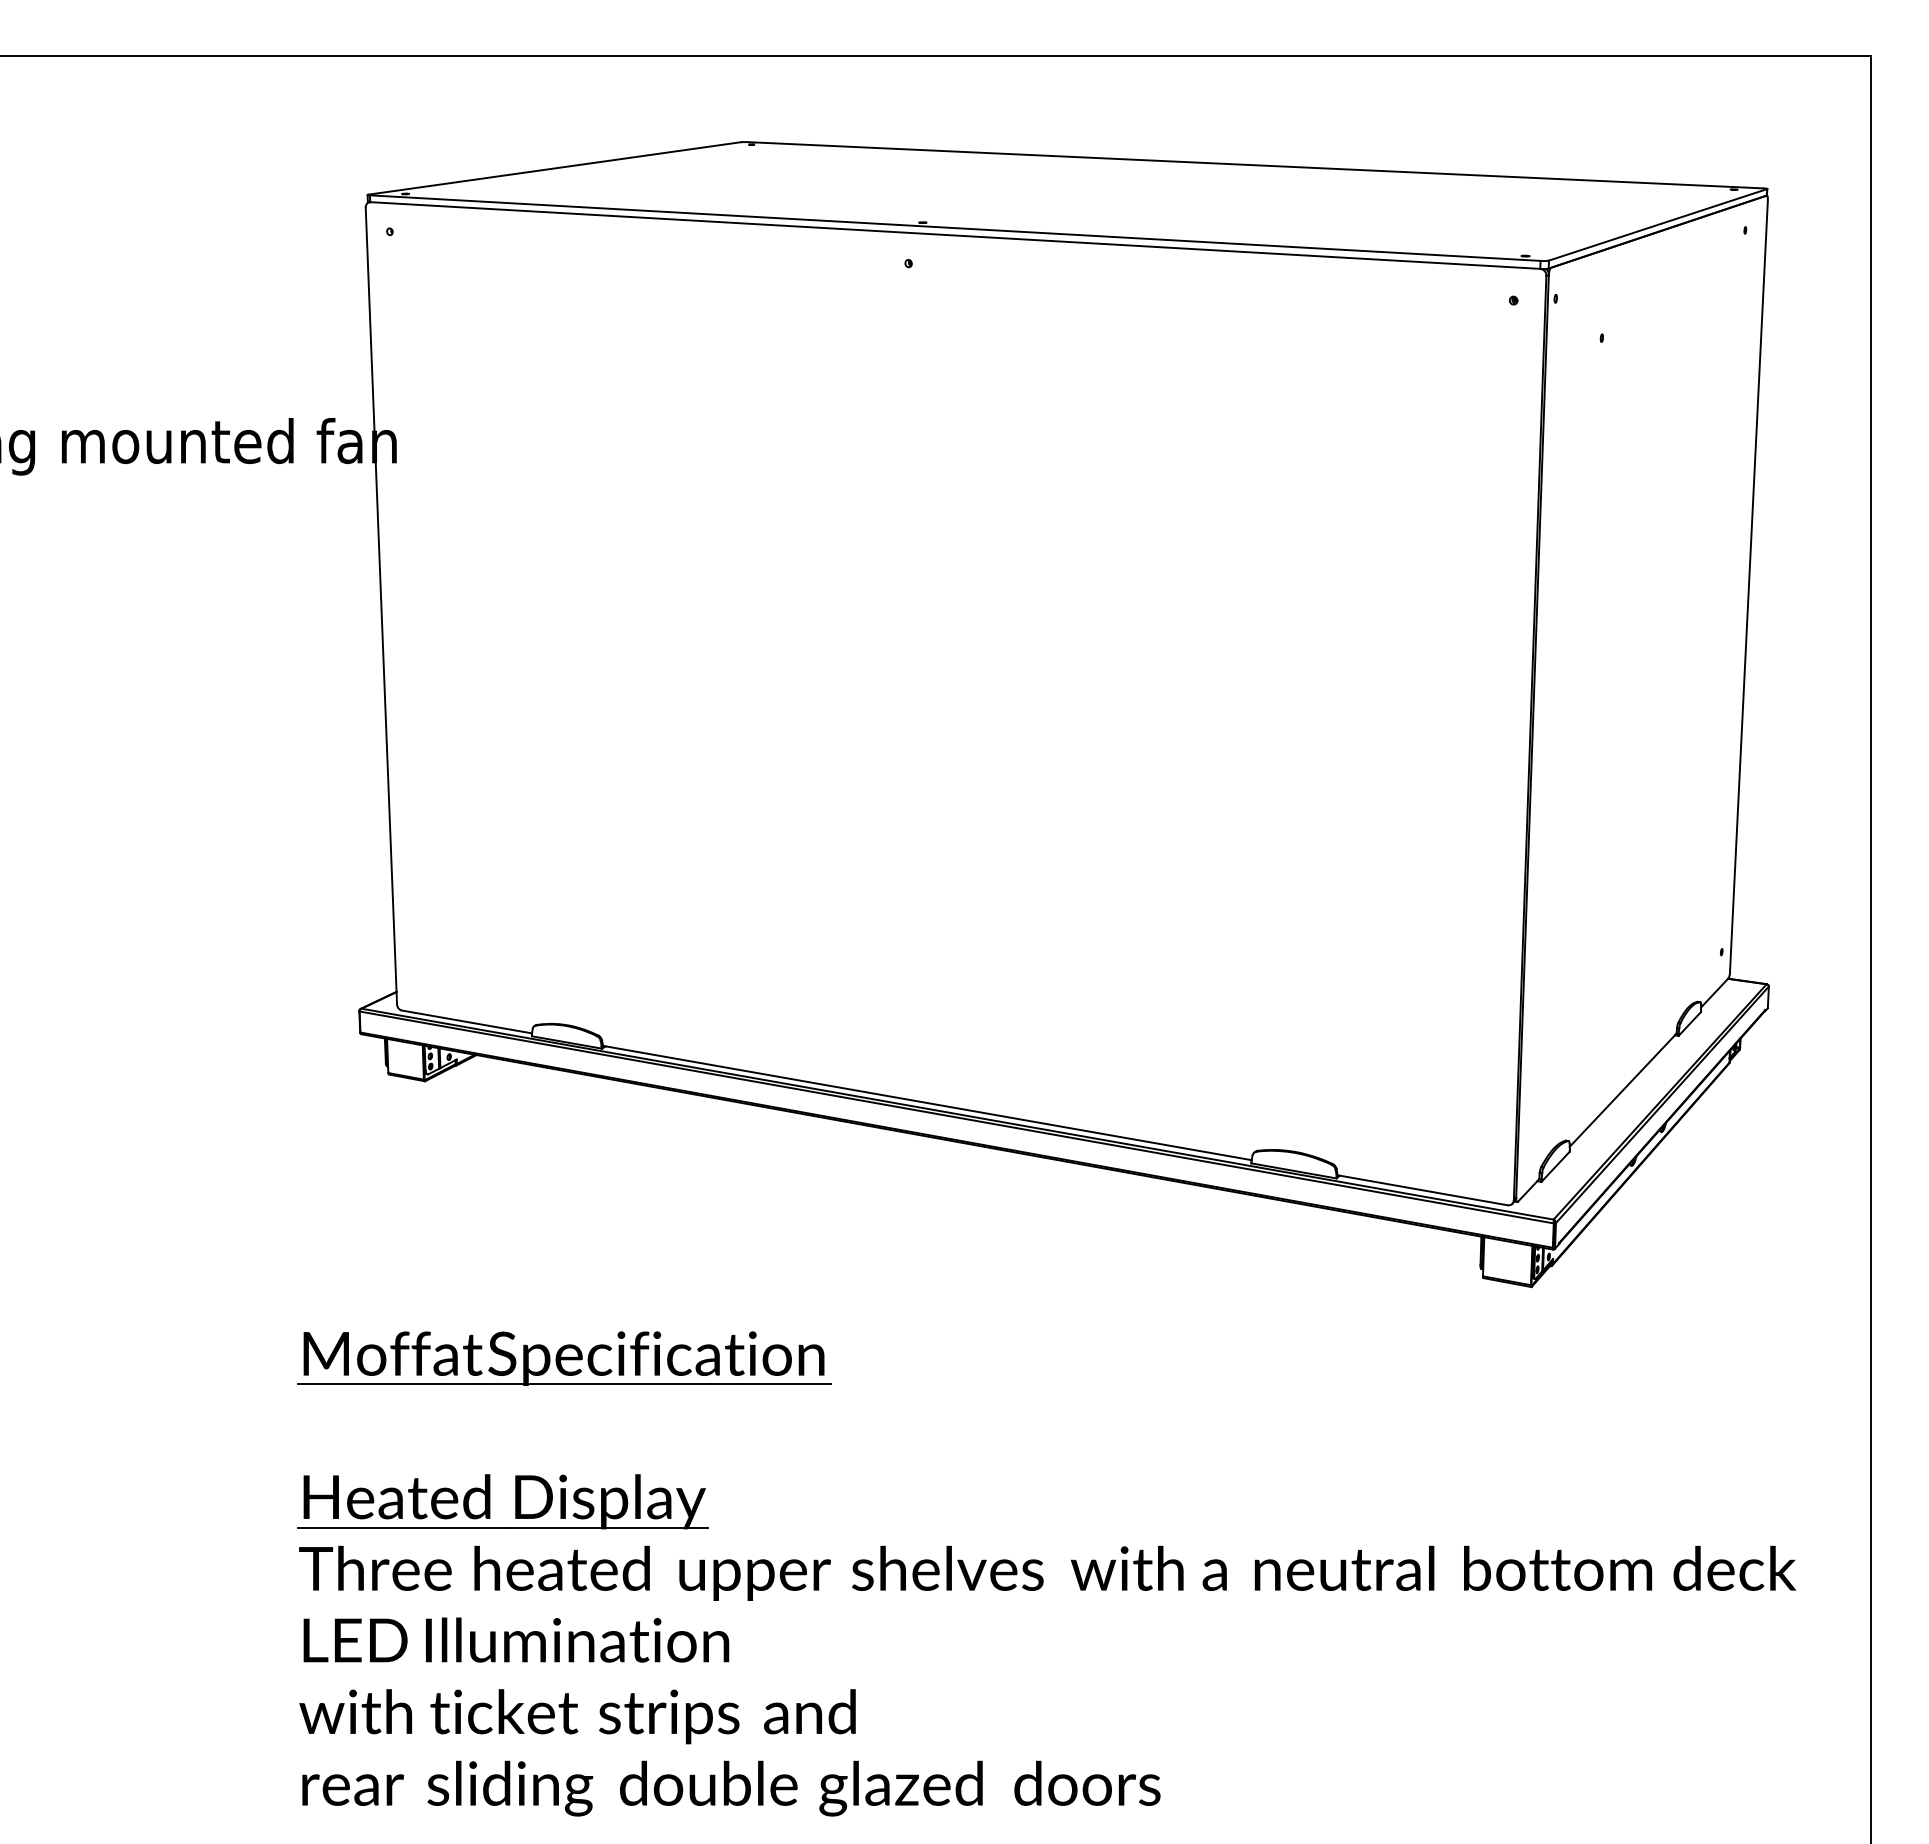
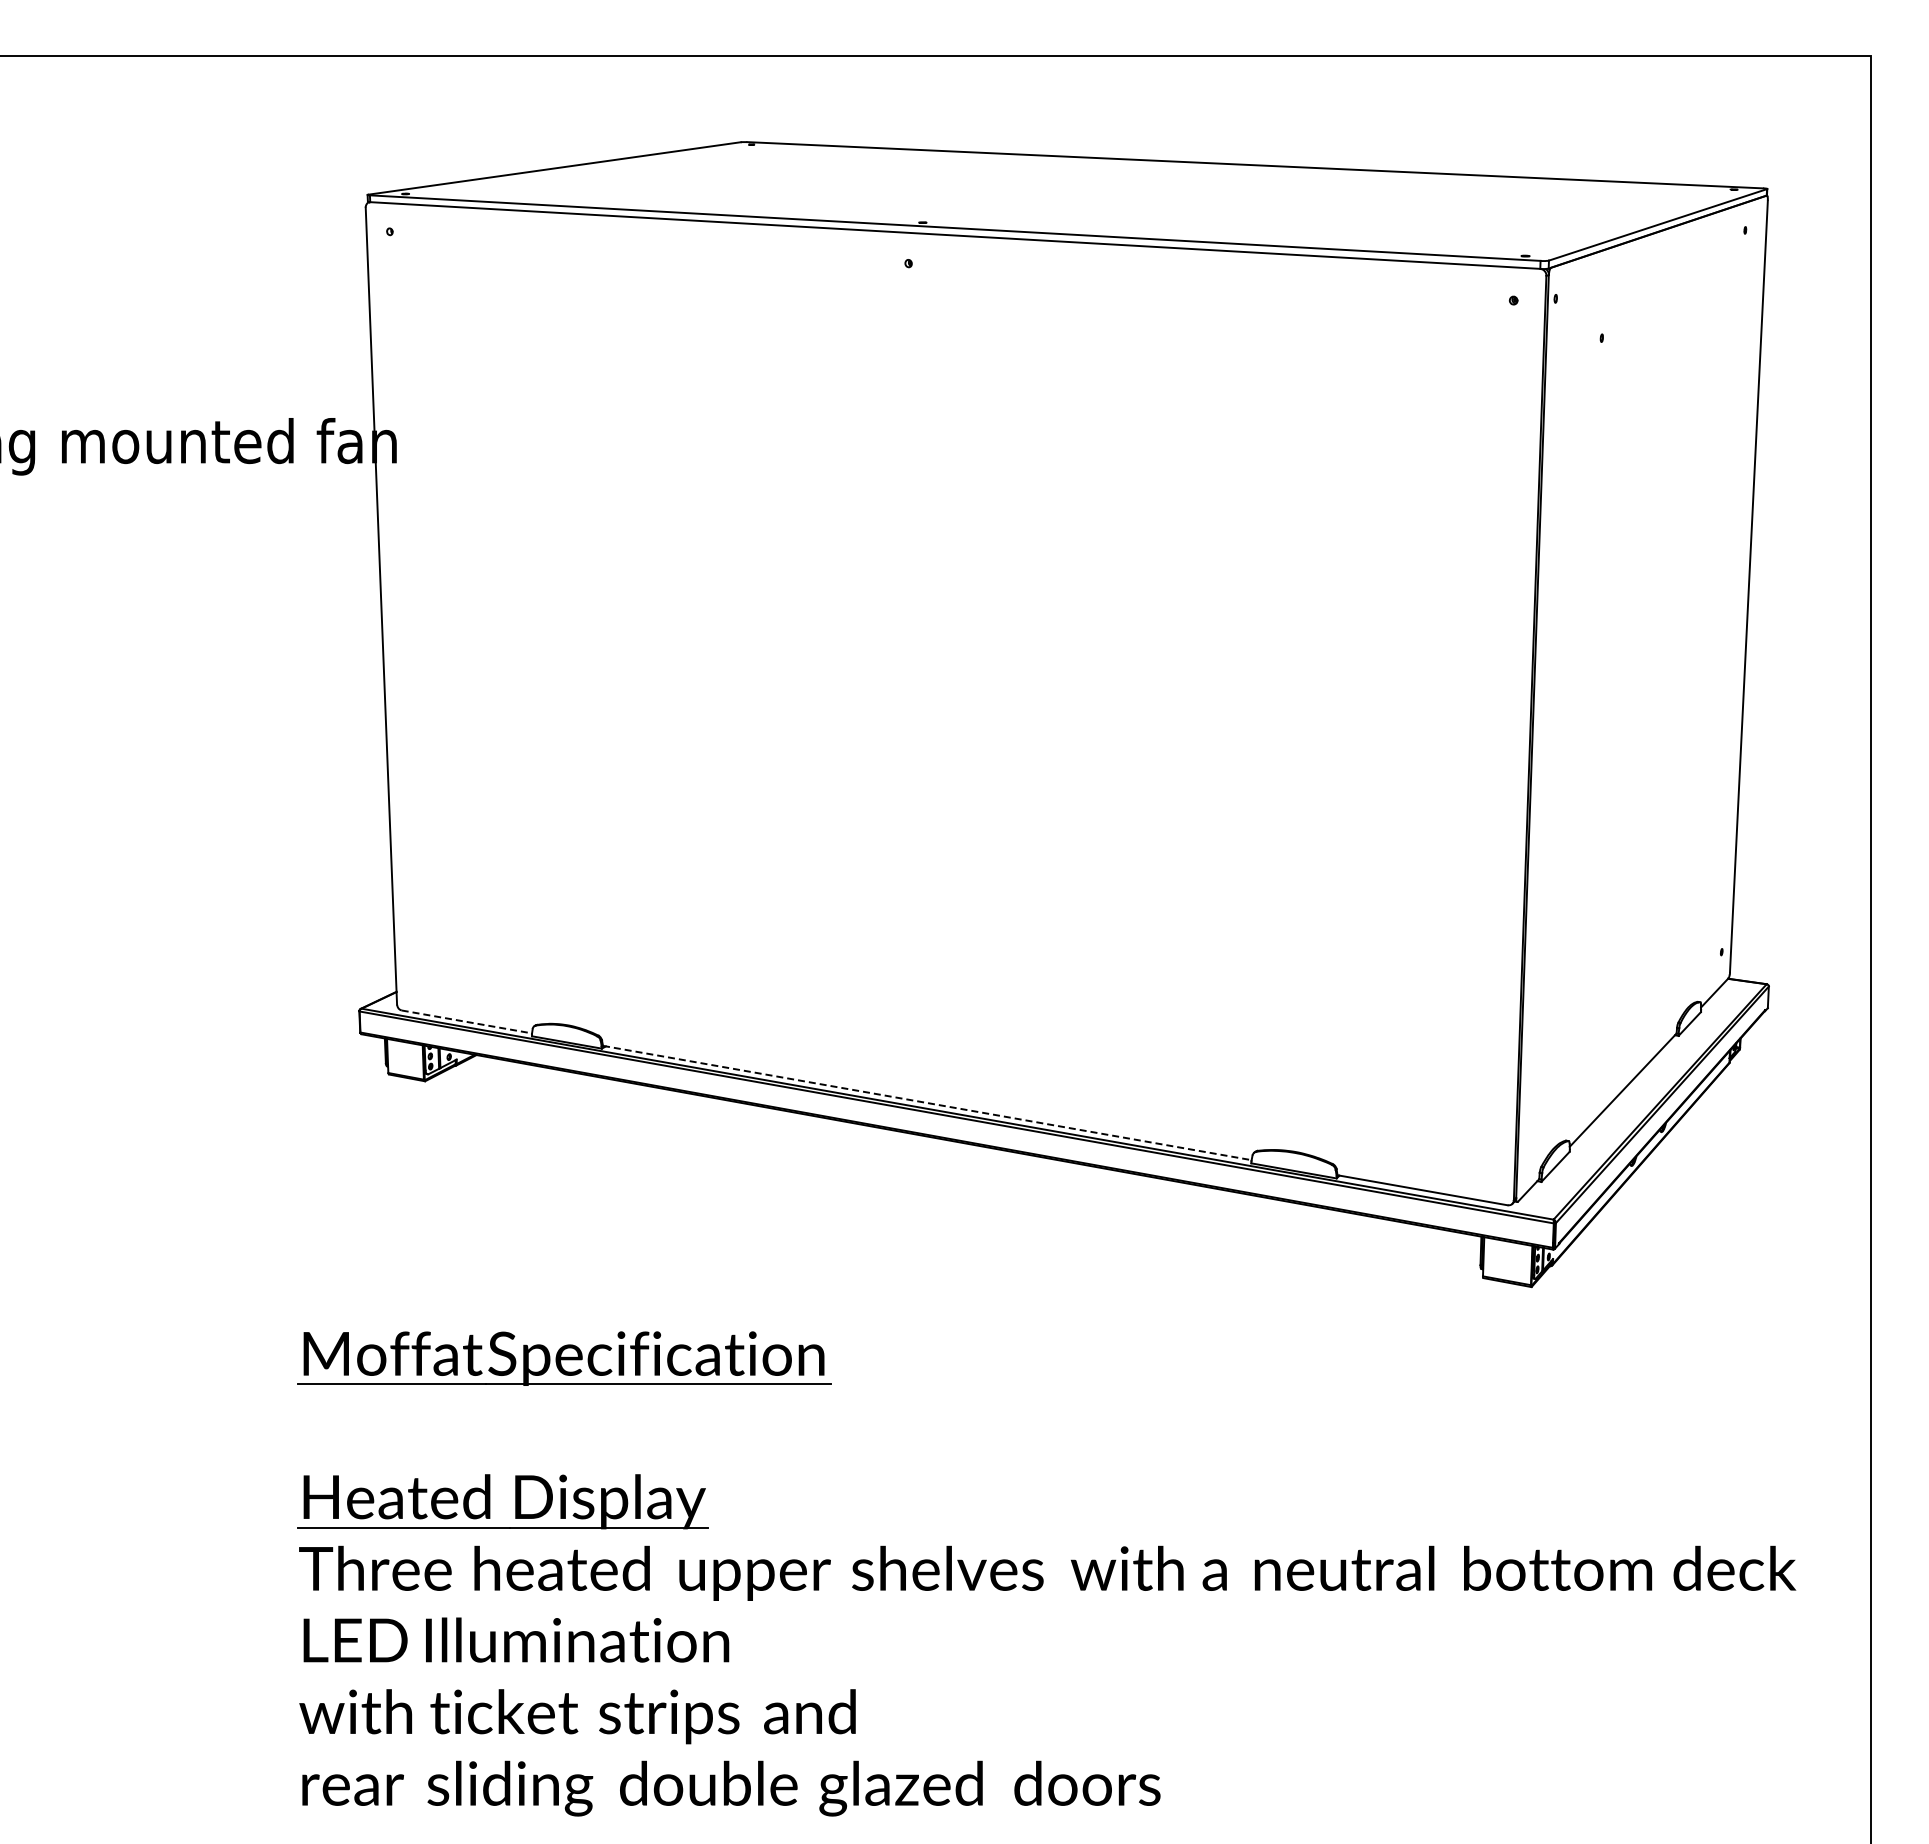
line at (467, 1022): solid -> dashed
line at (927, 1103): solid -> dashed
